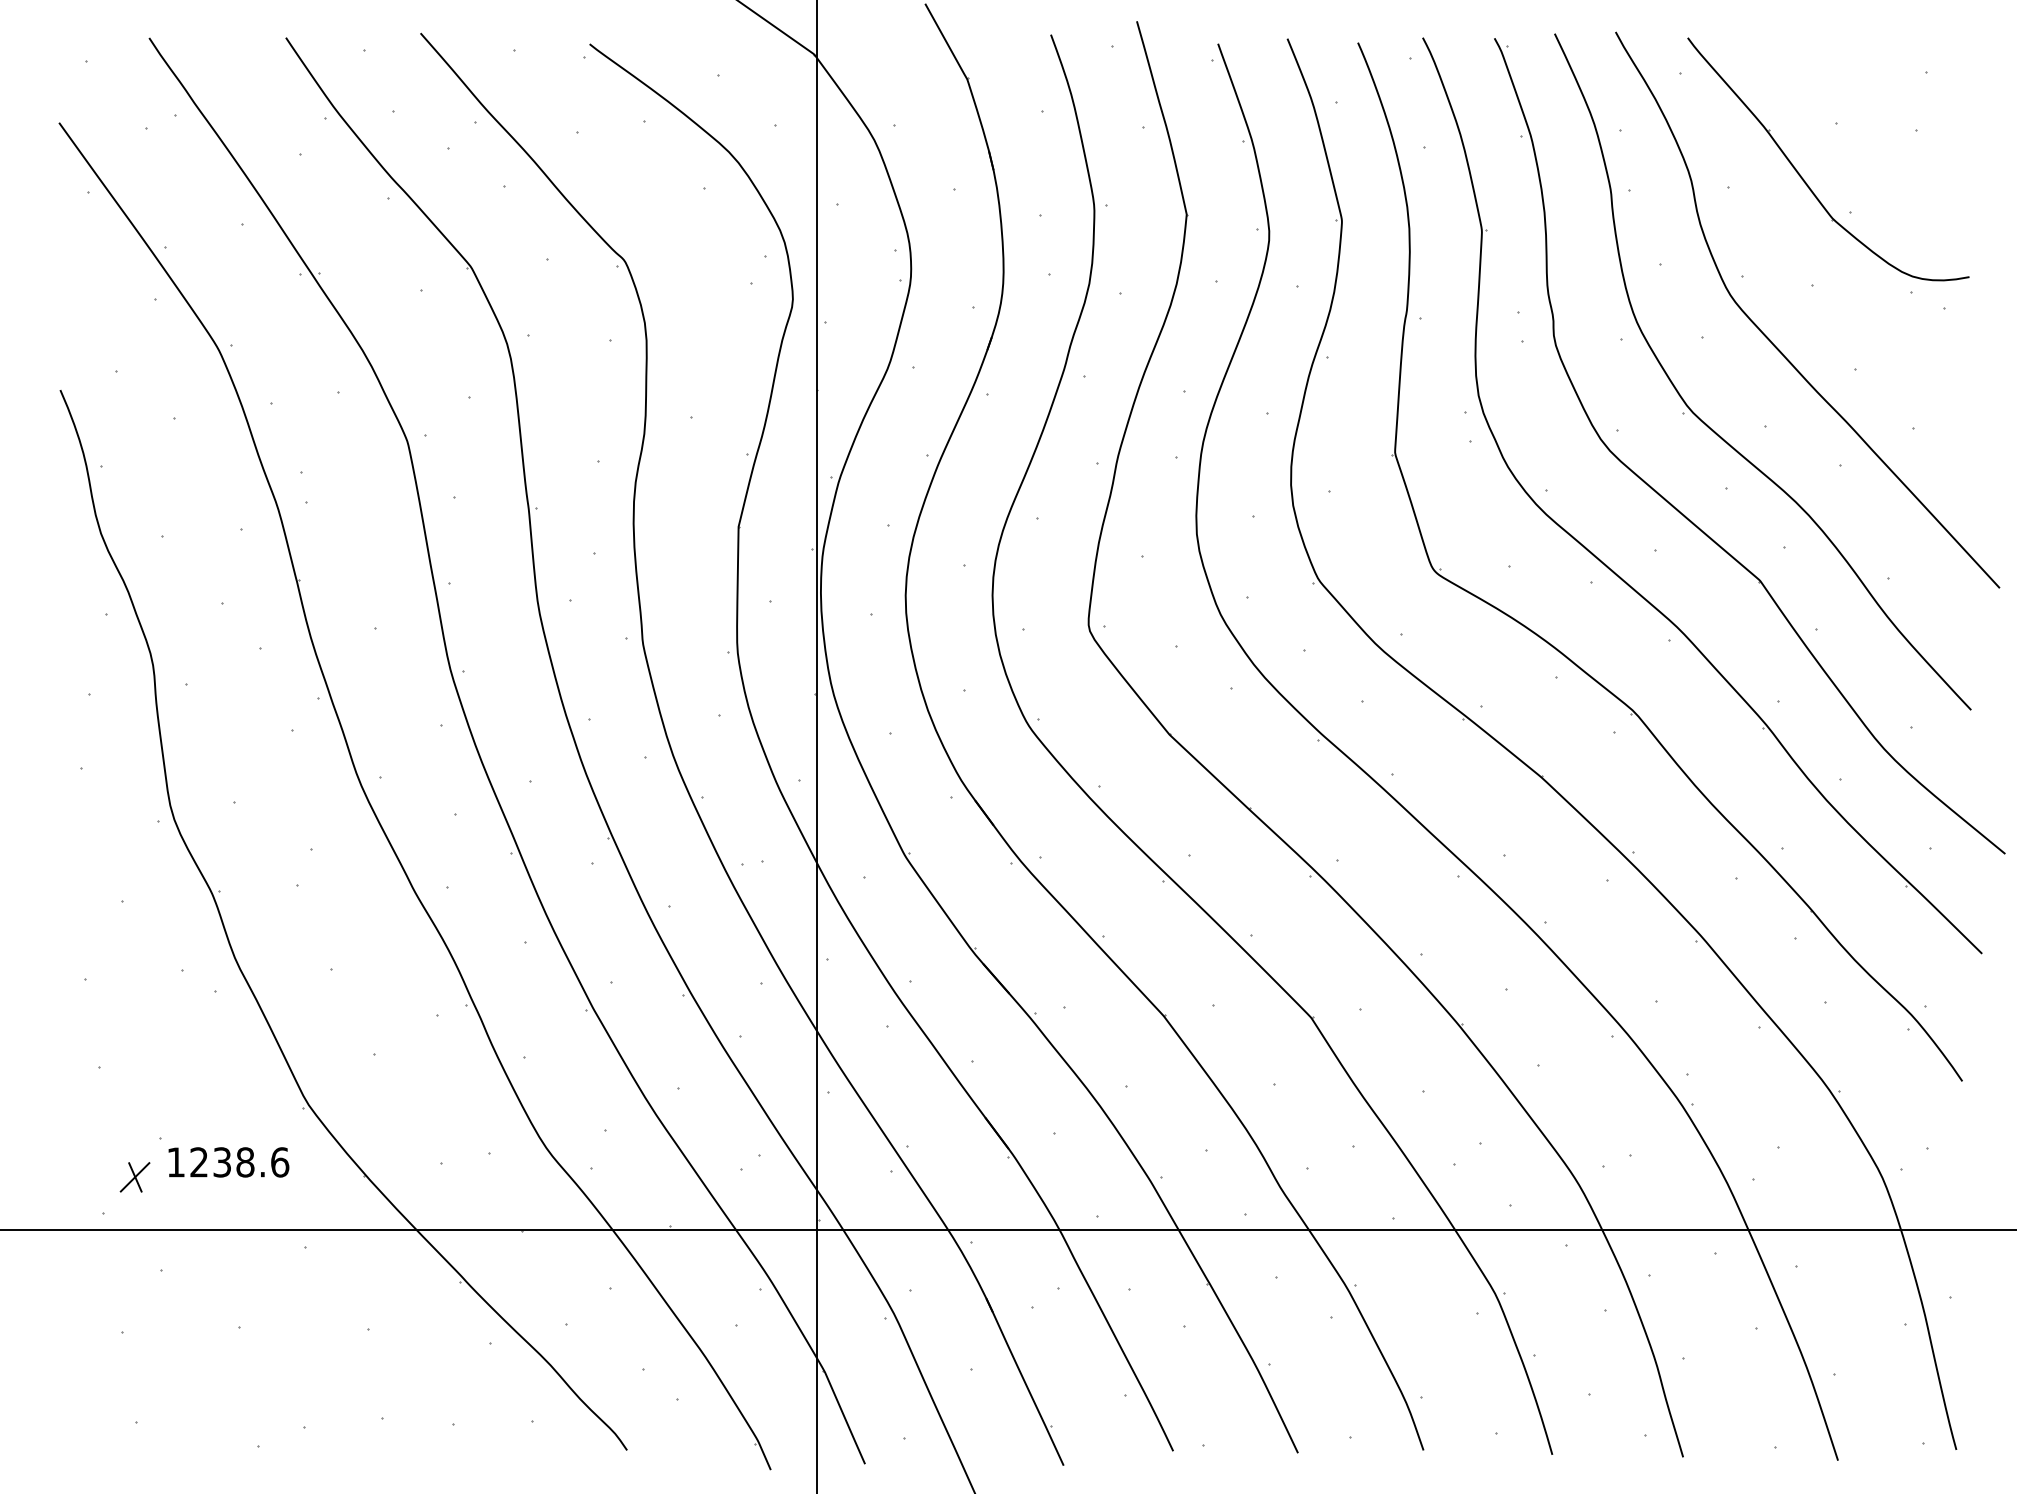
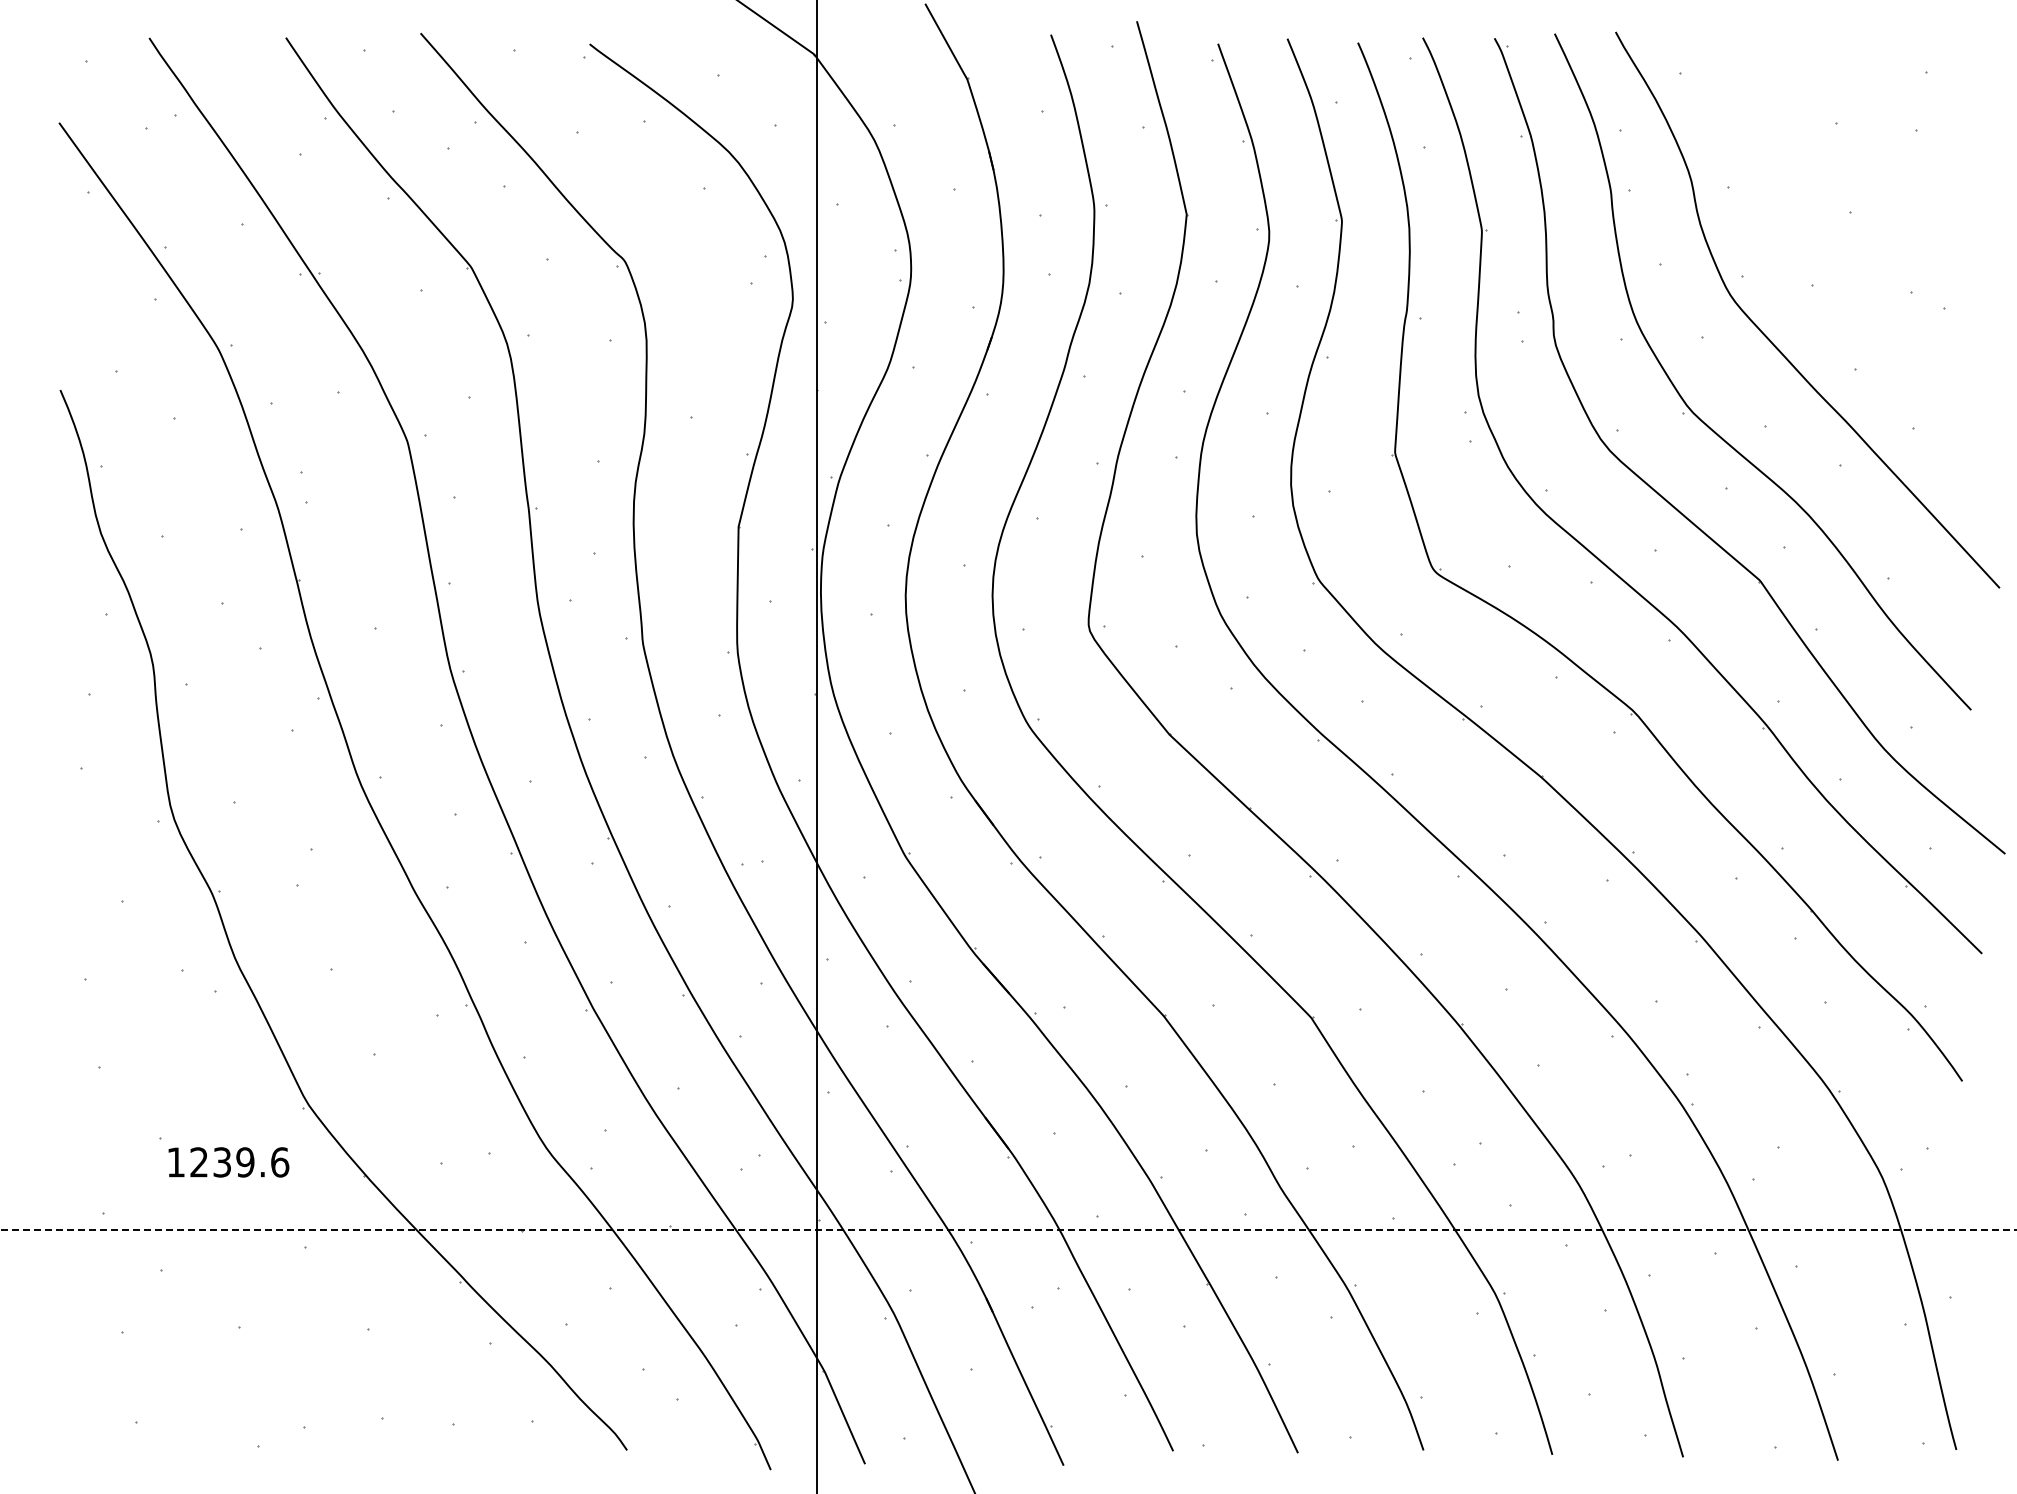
part at (1804, 179): present -> none
text at (245, 1162): 1238.6 -> 1239.6
part at (134, 1177): present -> none
line at (1007, 1229): solid -> dashed
